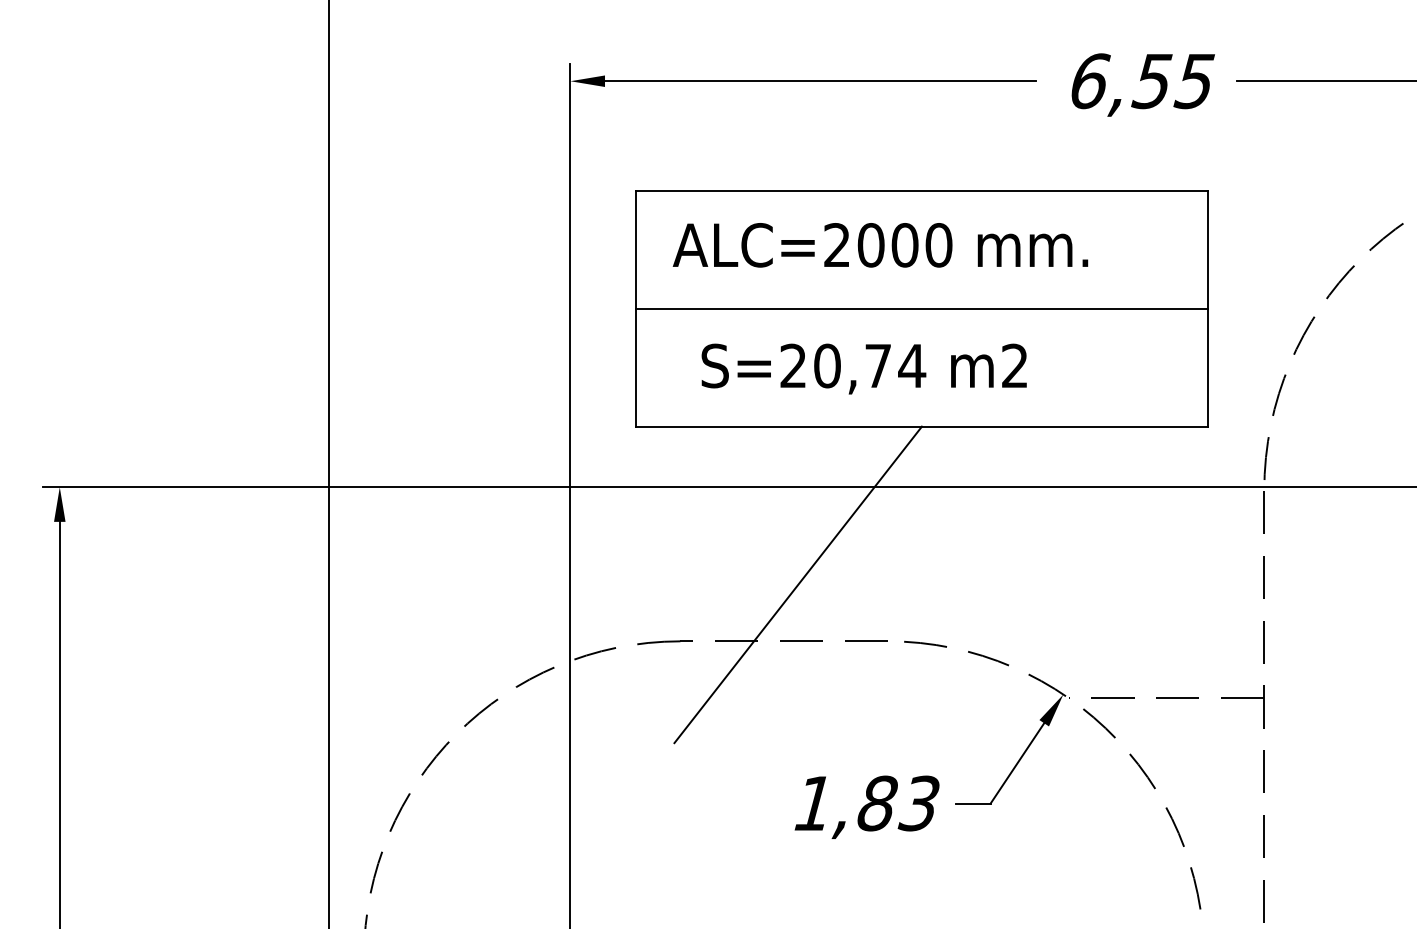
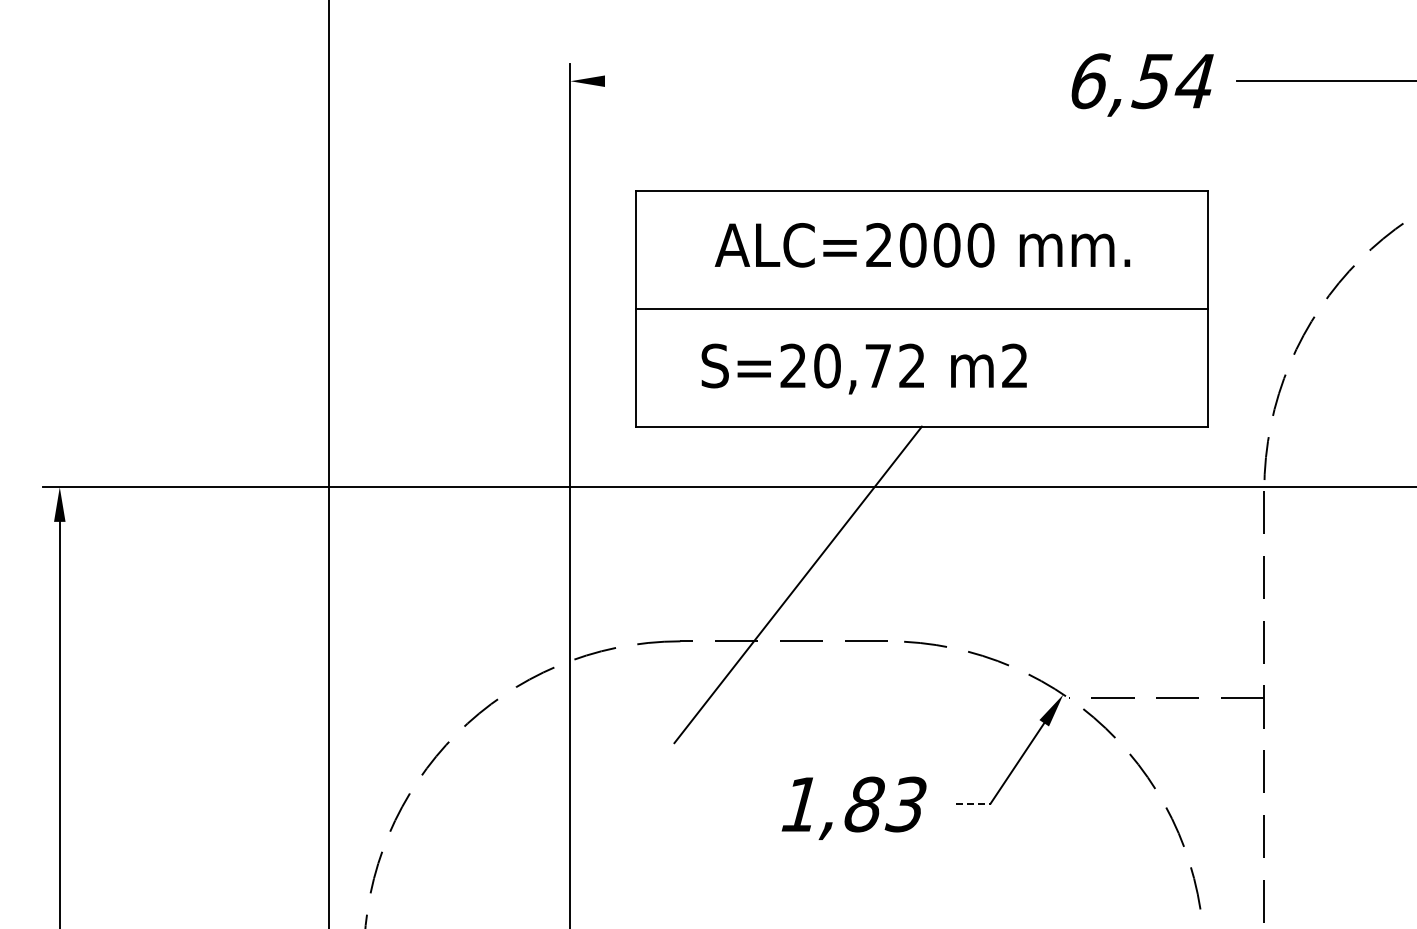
line at (820, 81): present -> none
text at (1194, 81): 6,55 -> 6,54
text at (880, 245) position: (880, 245) -> (922, 245)
text at (912, 365): S=20,74 -> S=20,72
line at (973, 803): solid -> dashed
text at (866, 806) position: (866, 806) -> (853, 807)
